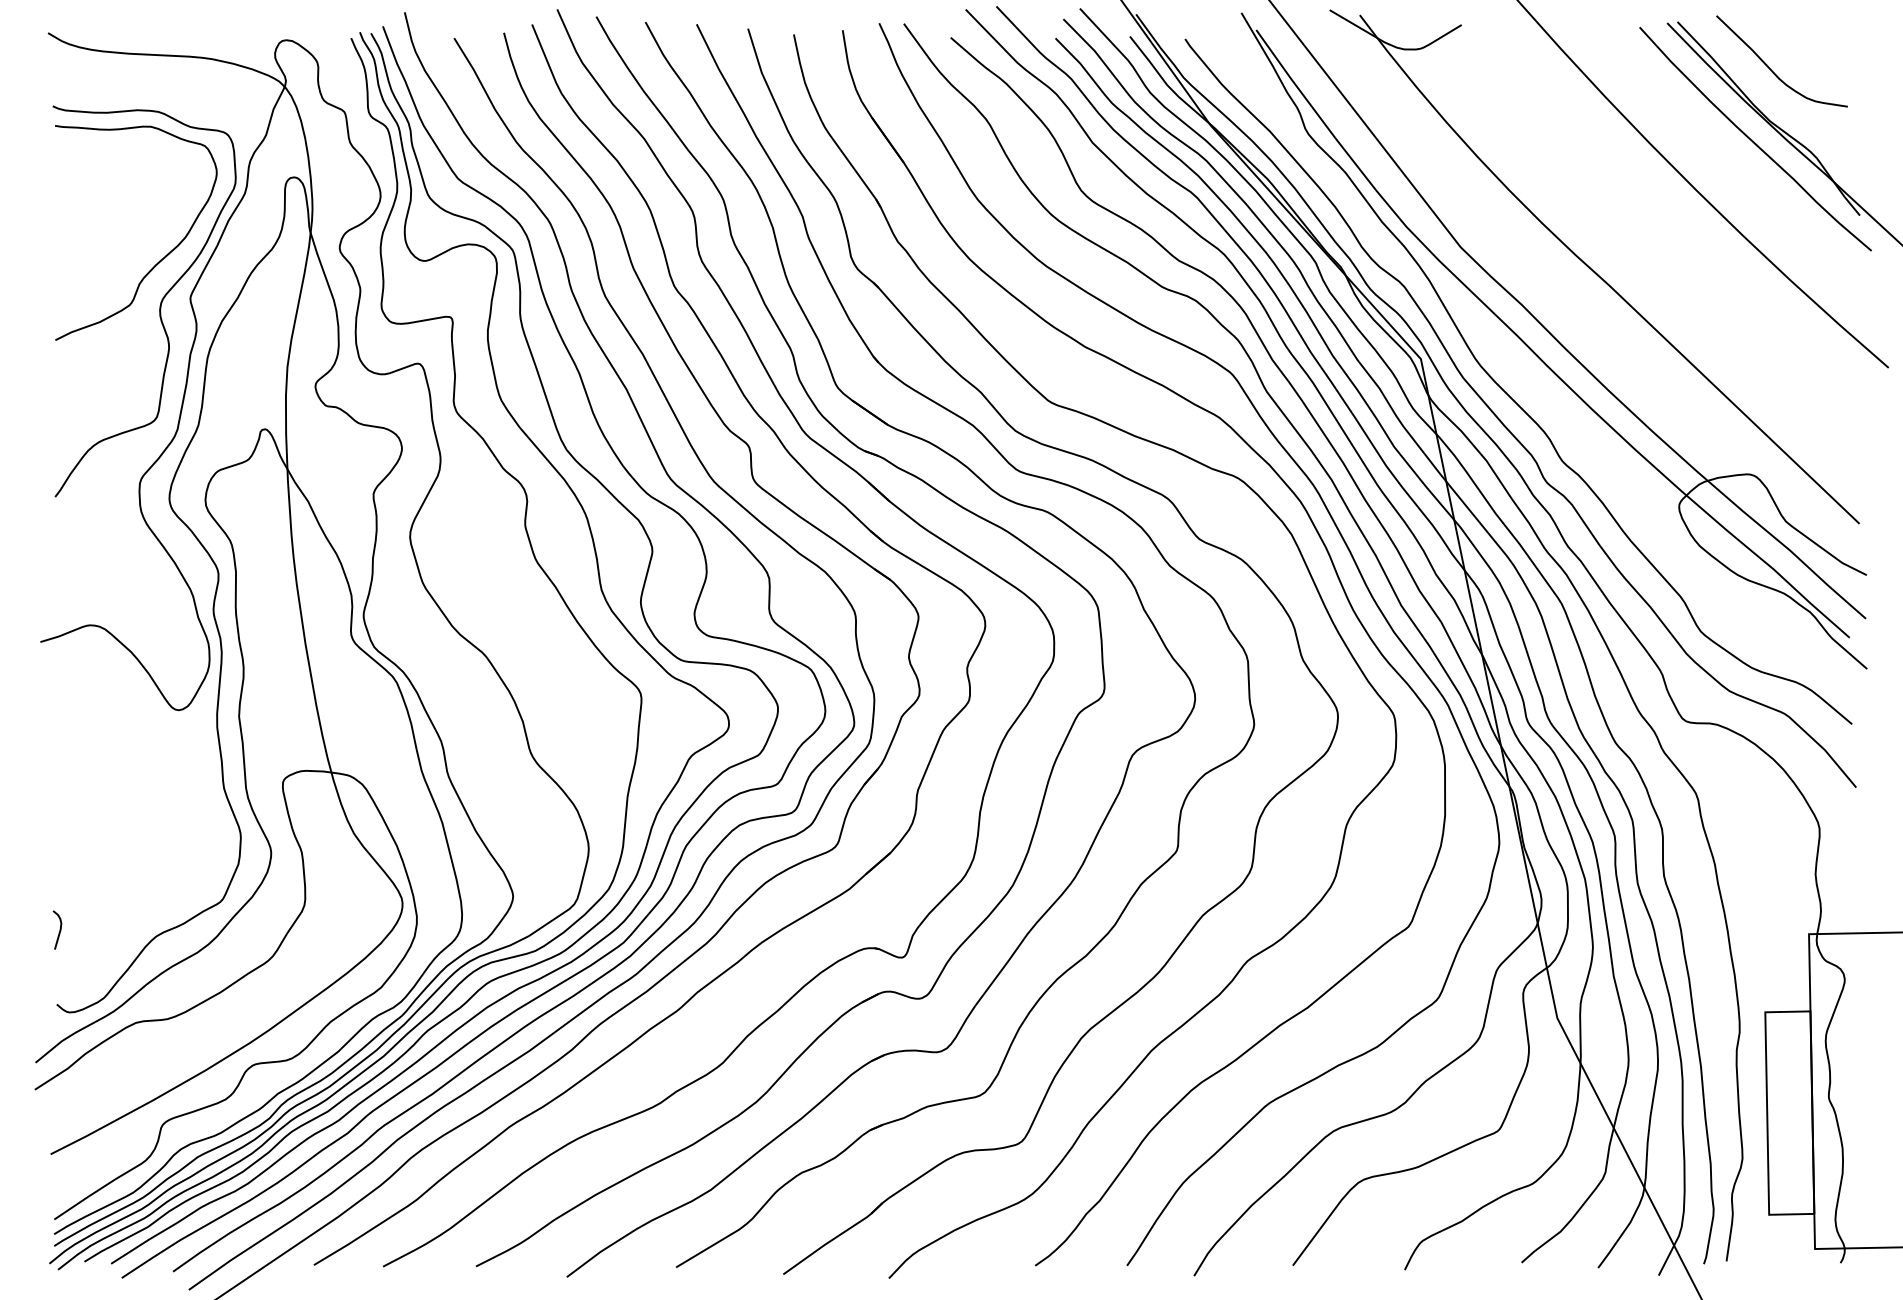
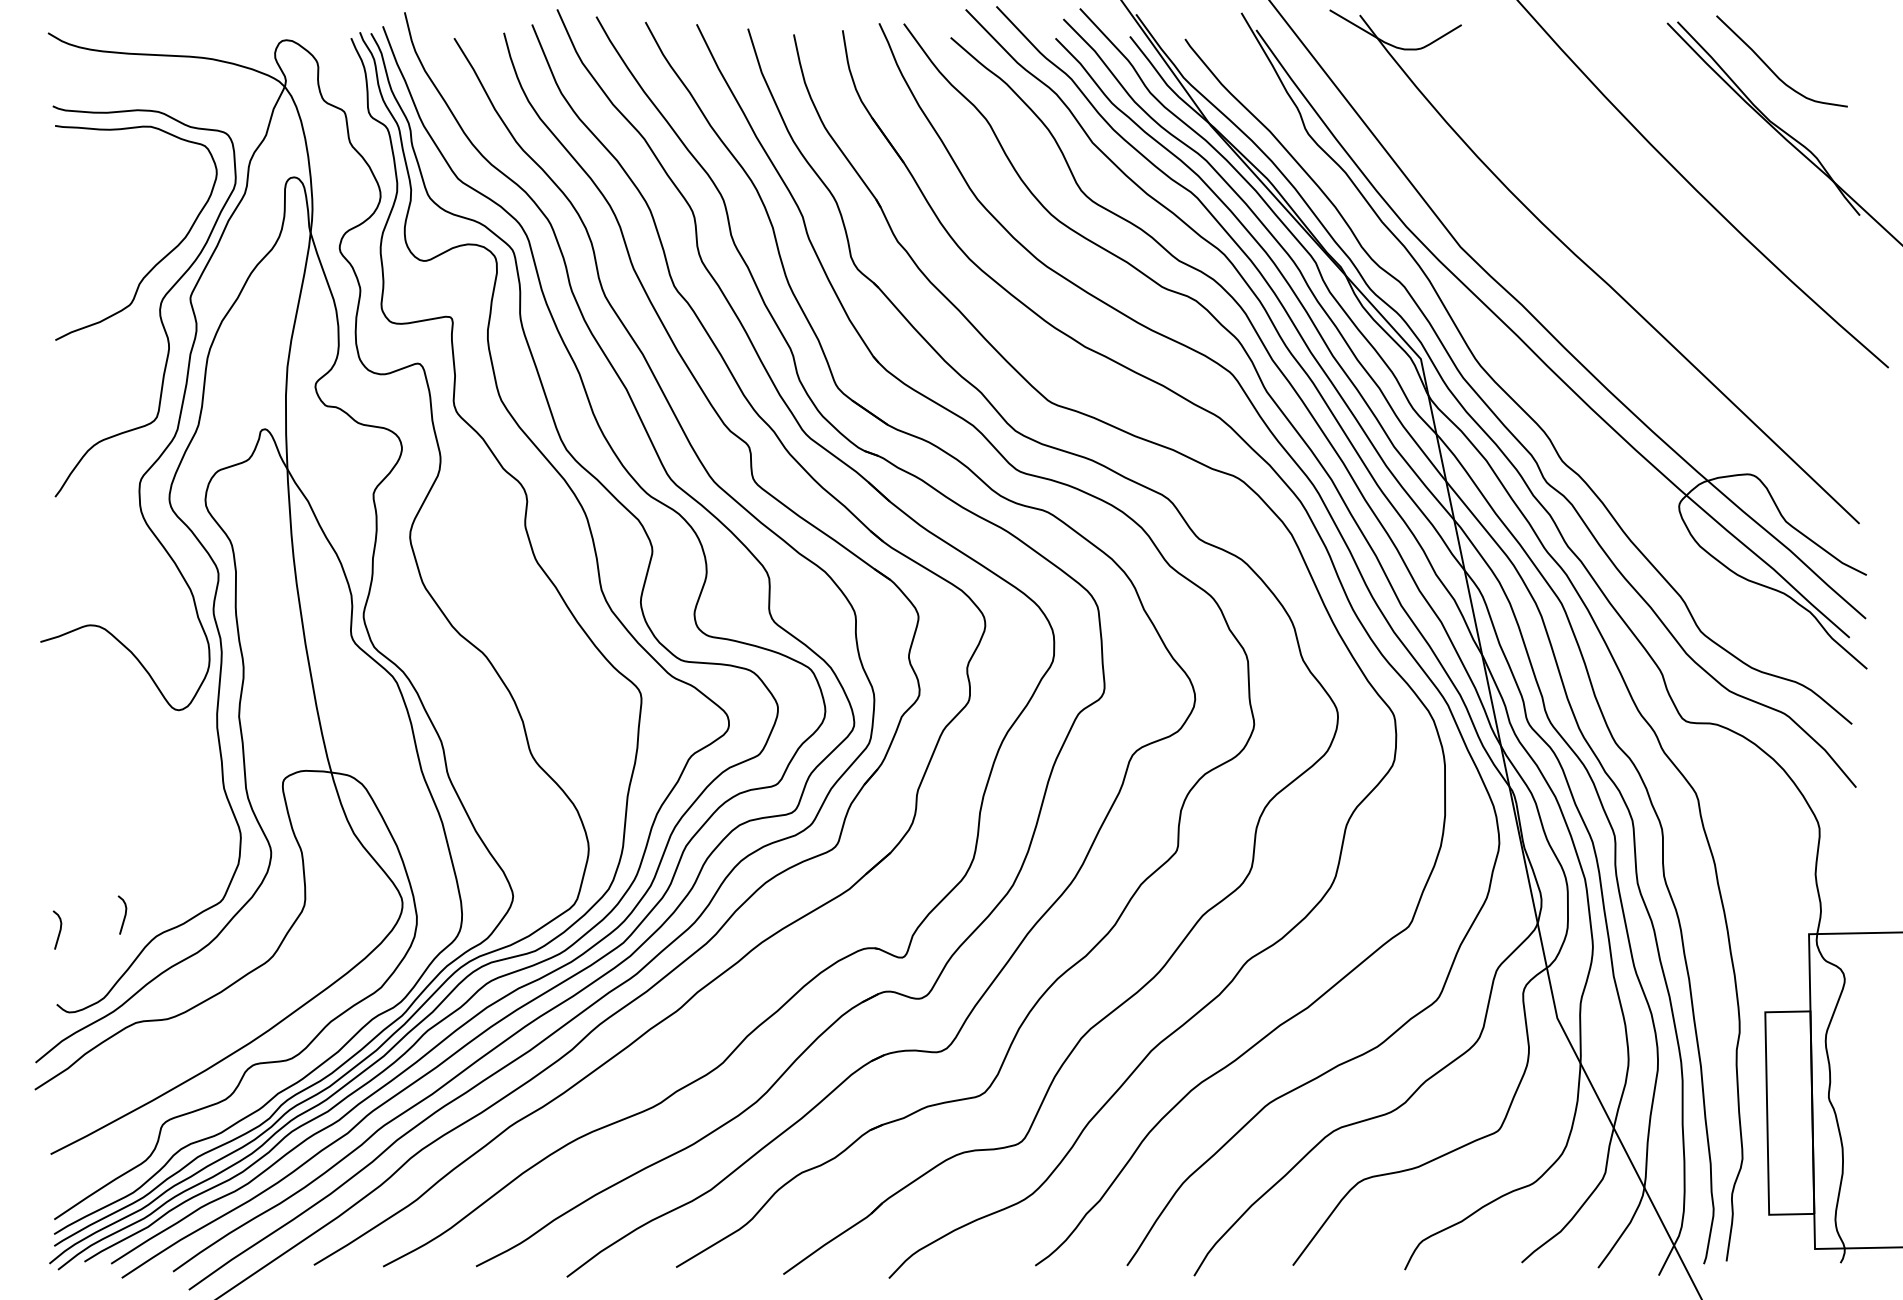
curve at (1753, 140): present -> none
curve at (124, 914): none -> present
